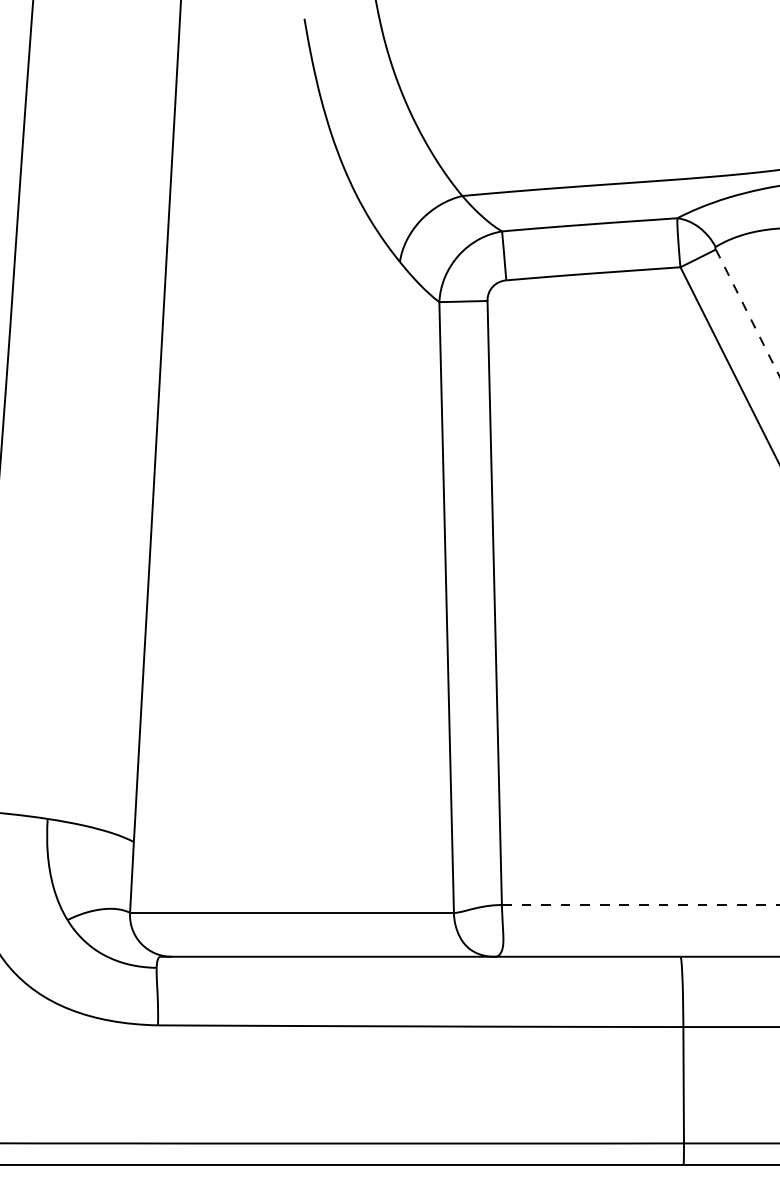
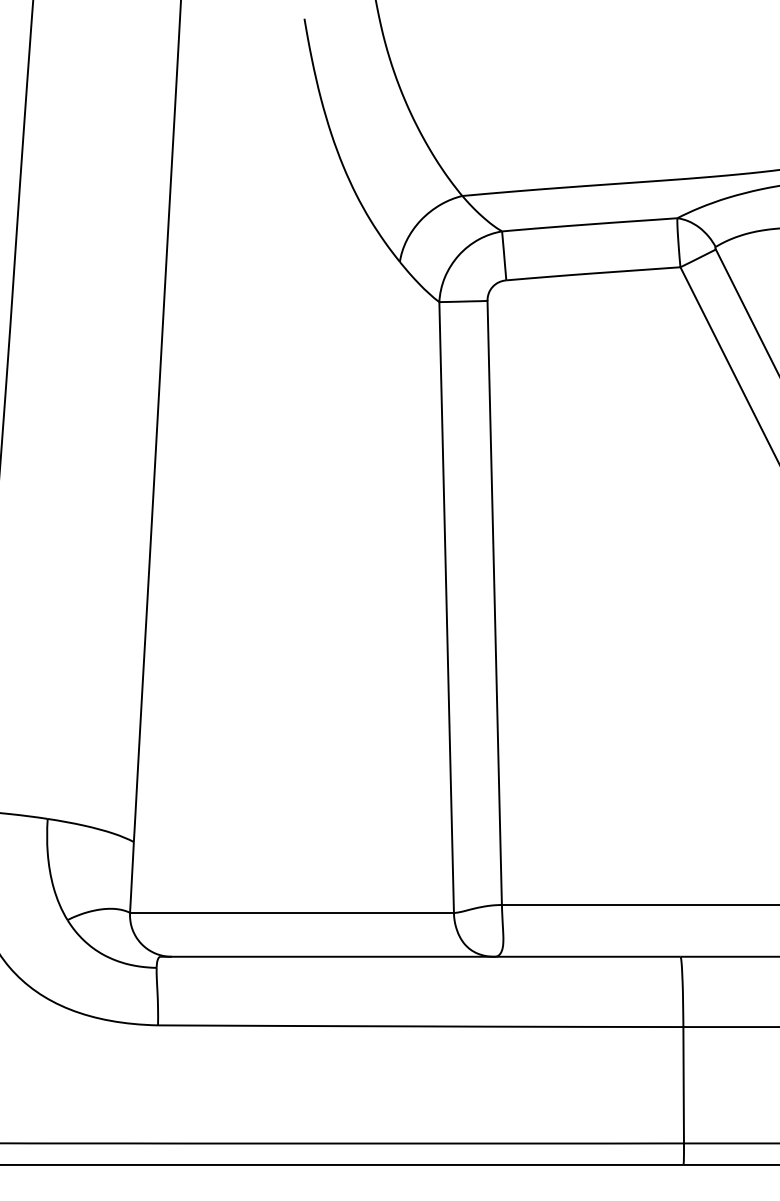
line at (748, 313): dashed -> solid
line at (640, 904): dashed -> solid
